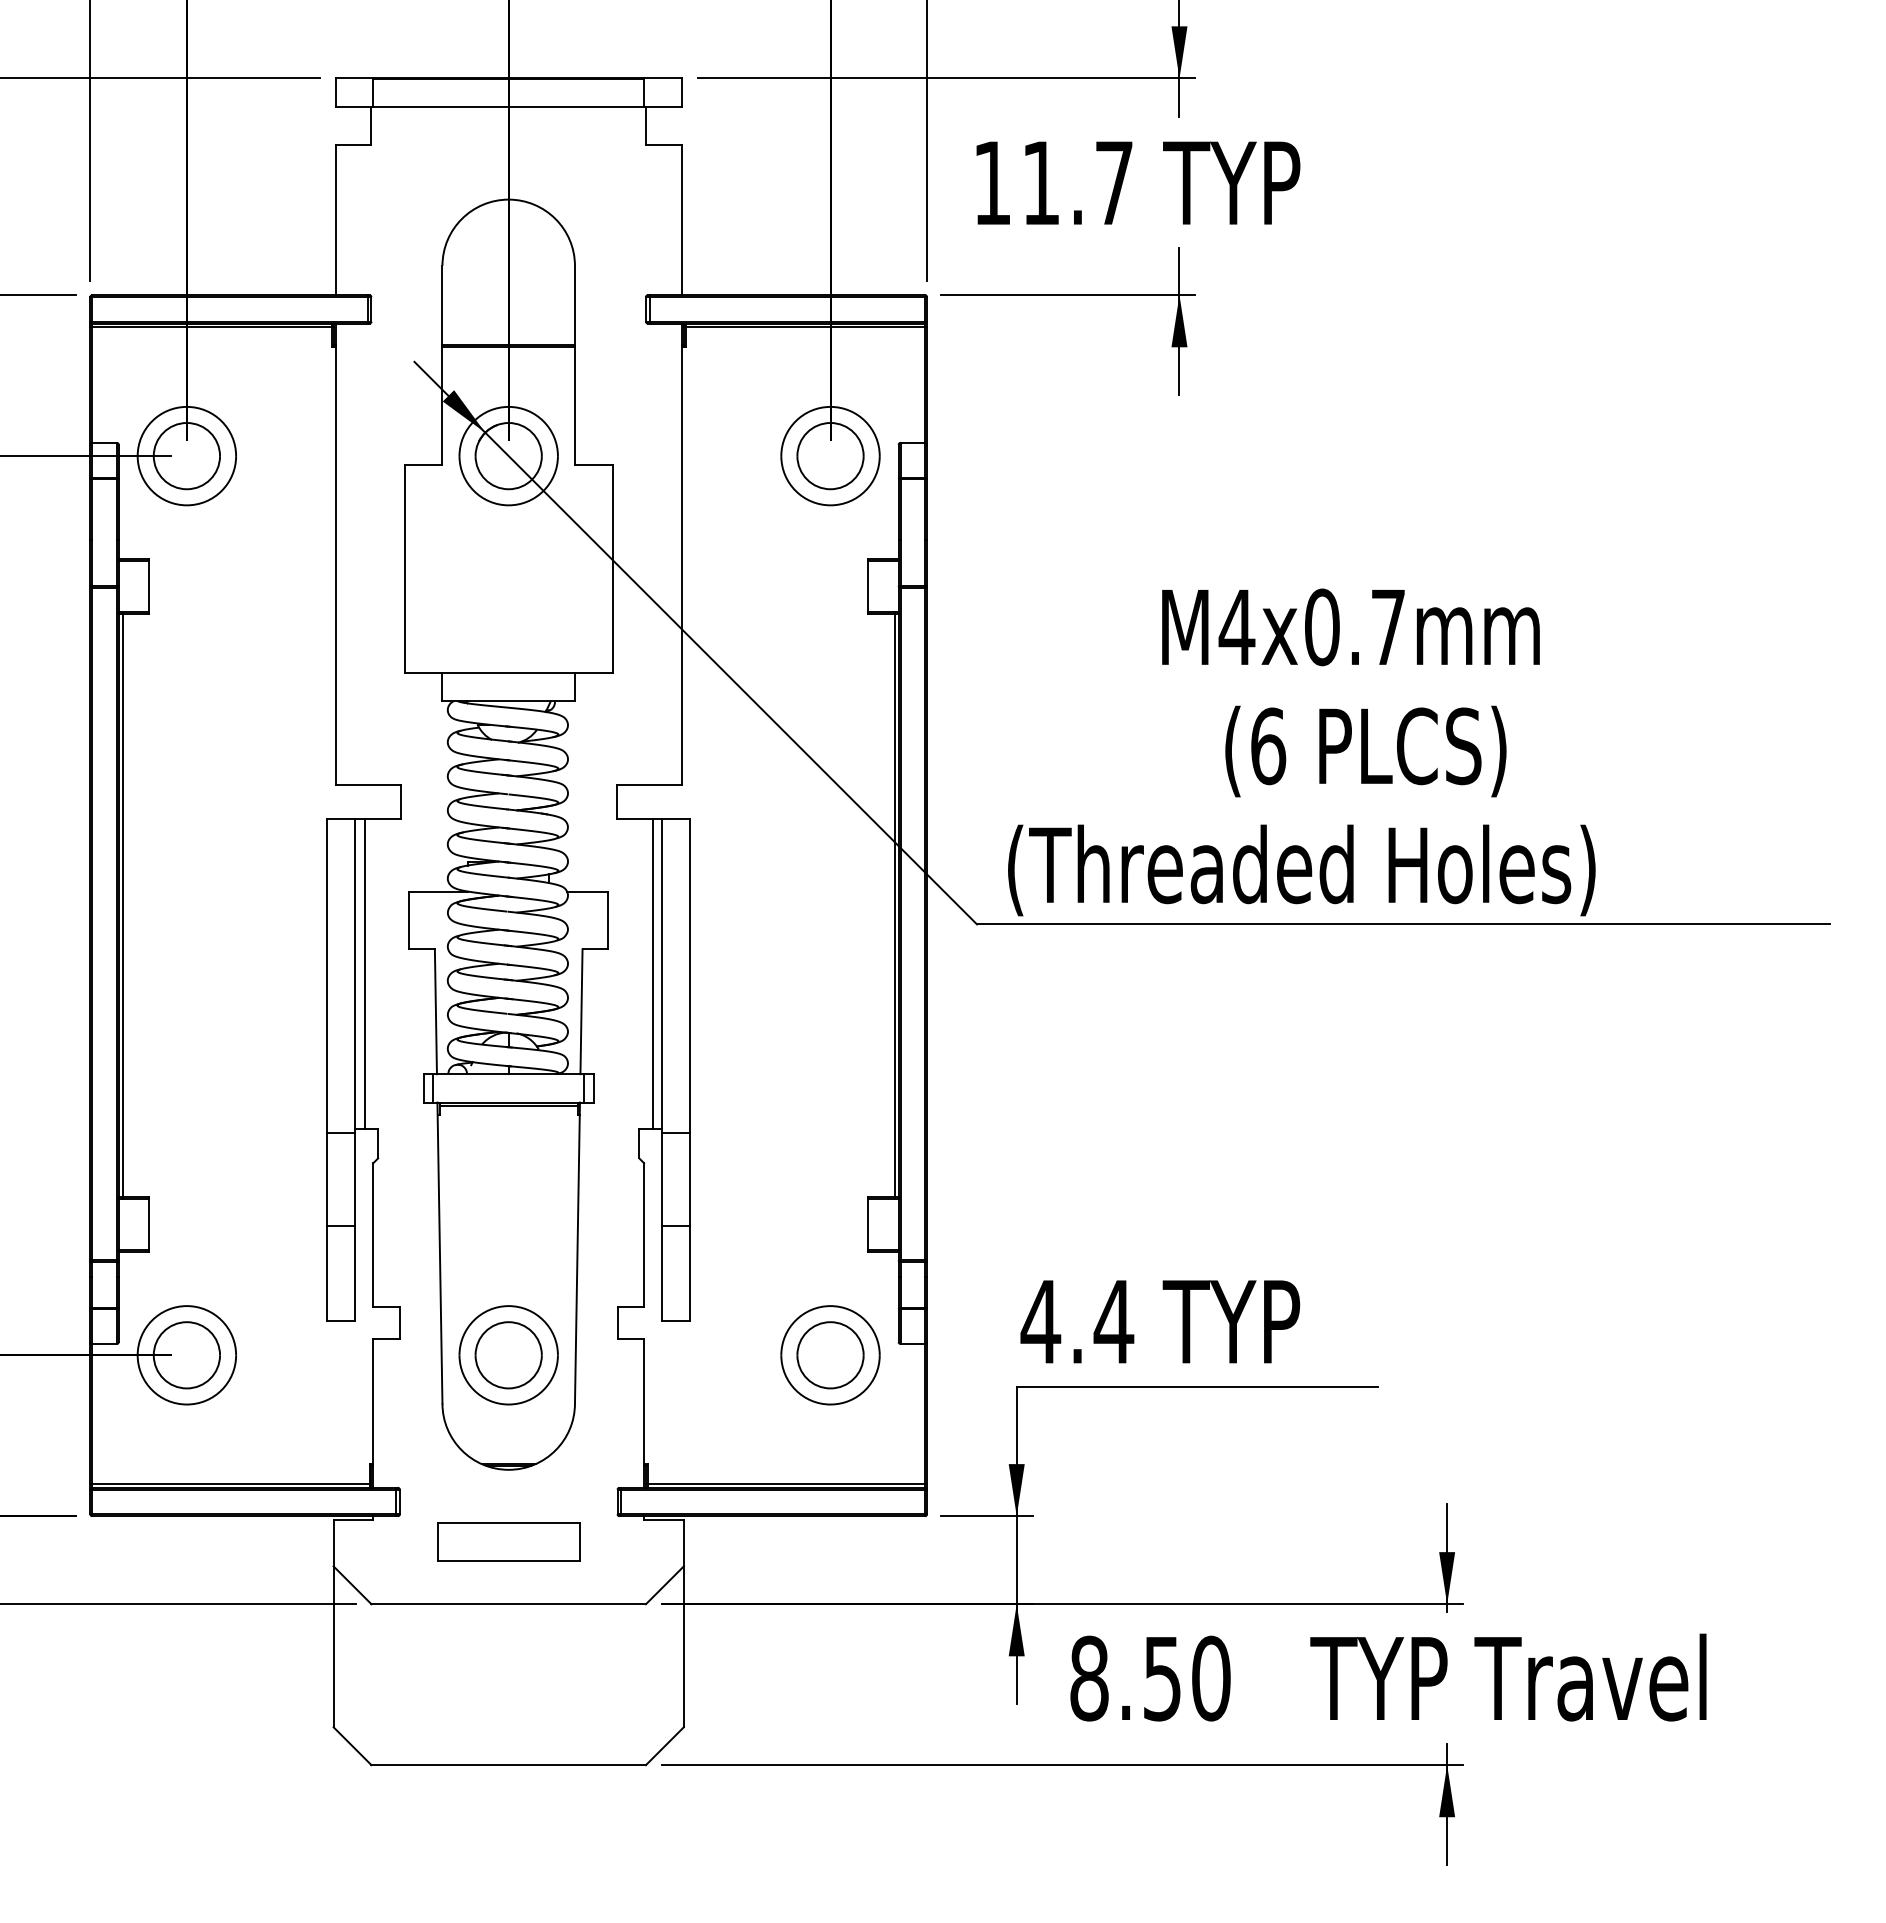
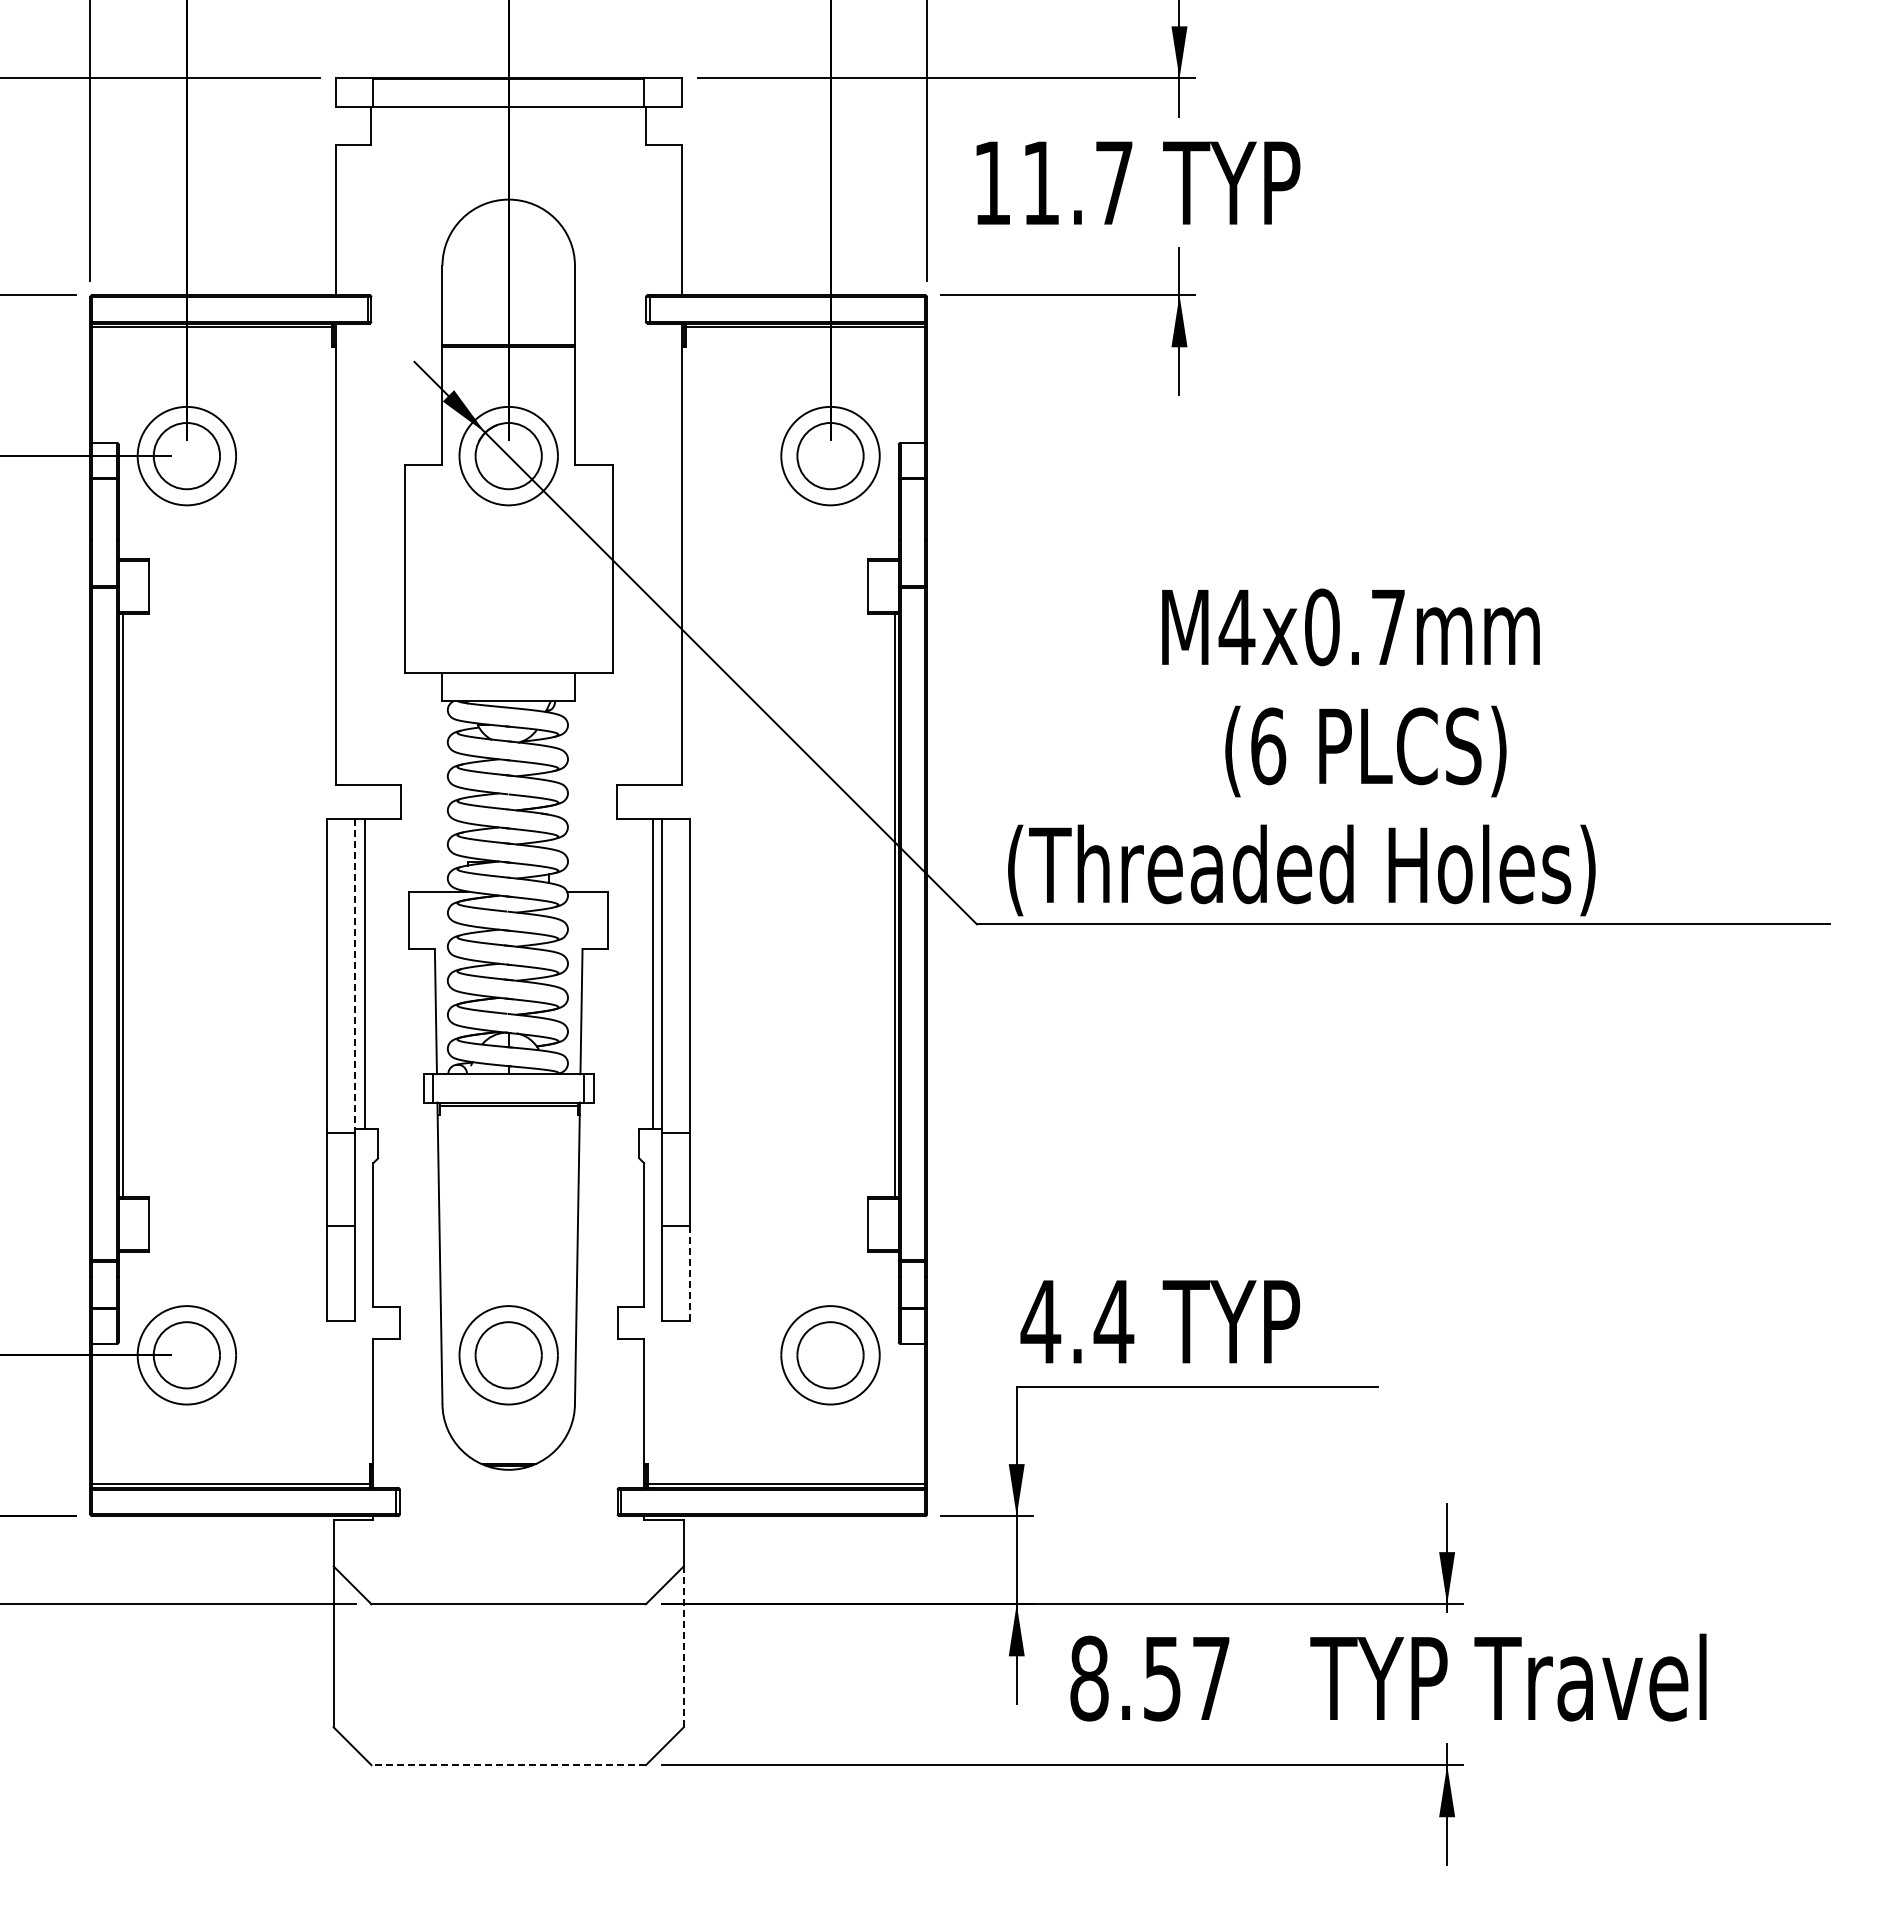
line at (355, 976): solid -> dashed
line at (690, 1273): solid -> dashed
part at (508, 1541): present -> none
line at (683, 1646): solid -> dashed
text at (1211, 1678): 8.50 -> 8.57
line at (508, 1765): solid -> dashed
